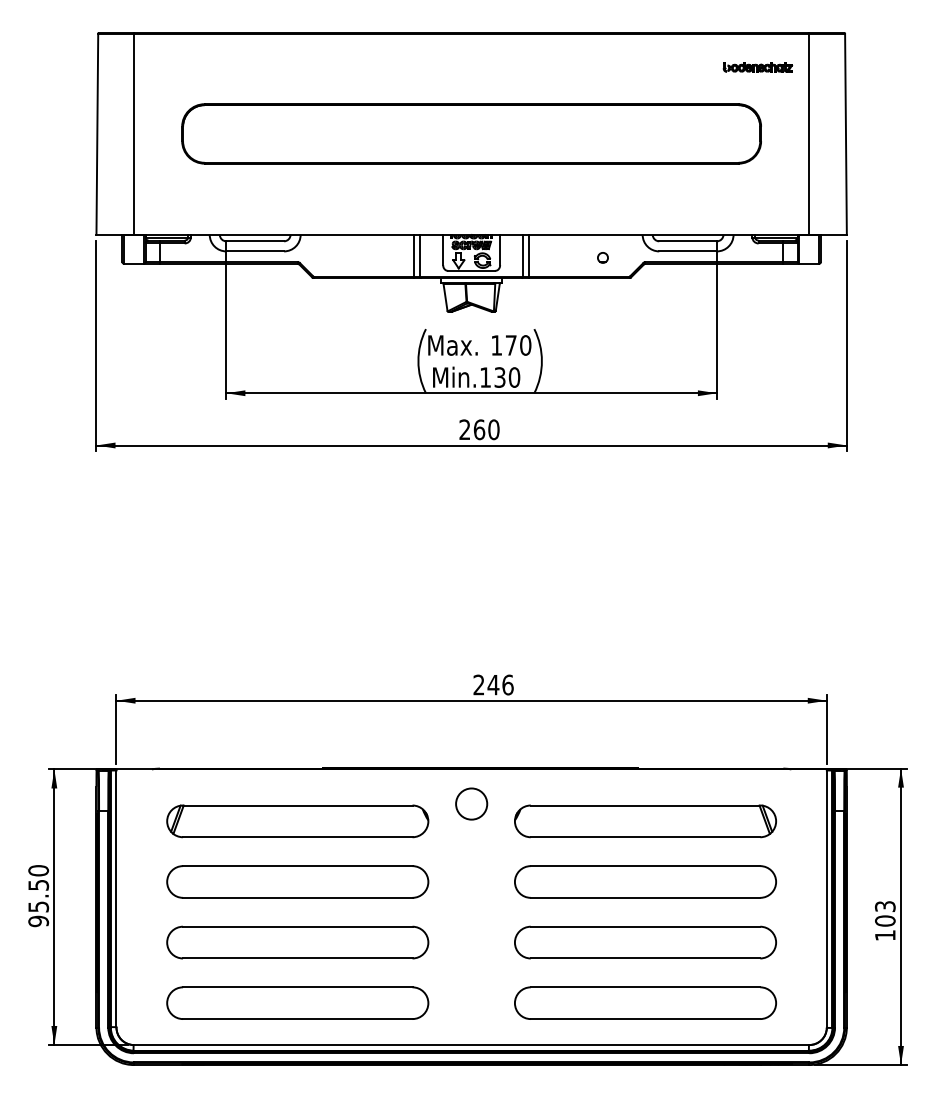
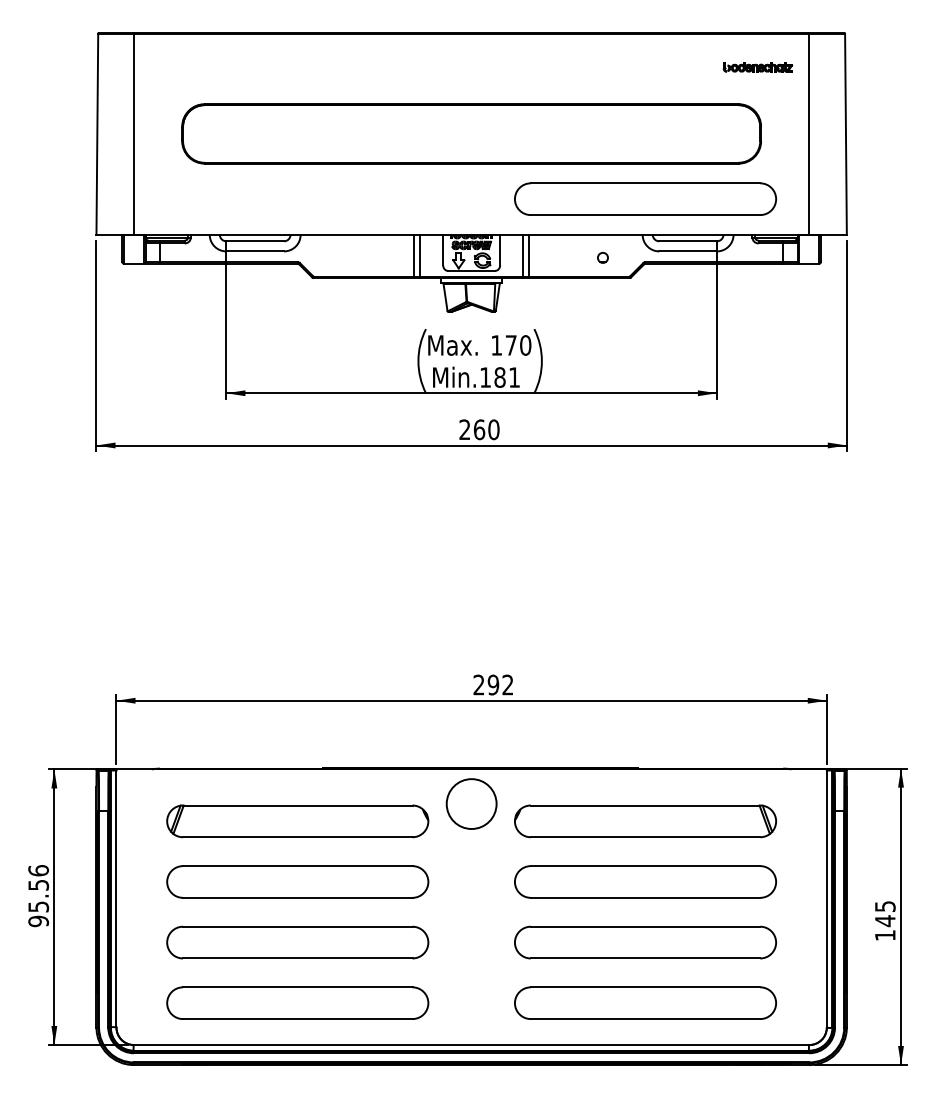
part at (645, 198): none -> present
text at (507, 377): Min.130 -> Min.181
text at (500, 684): 246 -> 292
circle at (471, 803) diameter: 31 px -> 50 px
text at (38, 870): 95.50 -> 95.56
text at (884, 914): 103 -> 145
